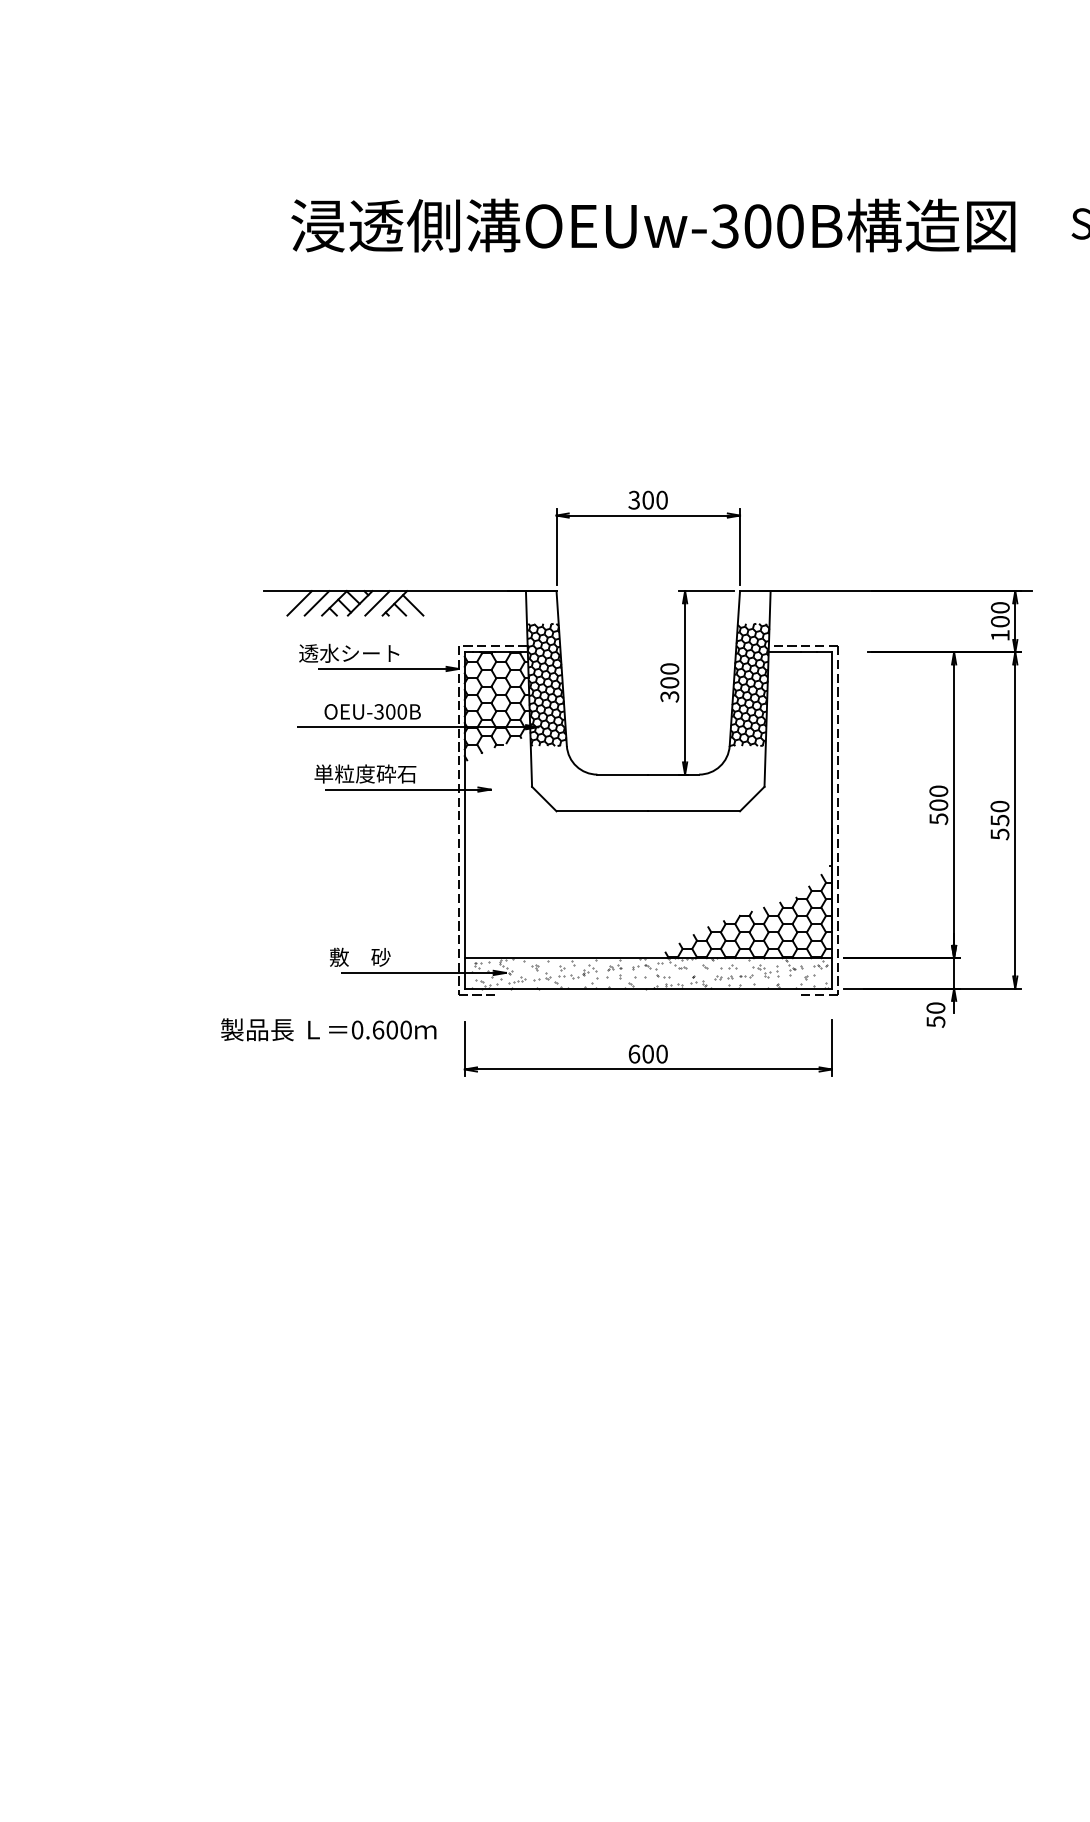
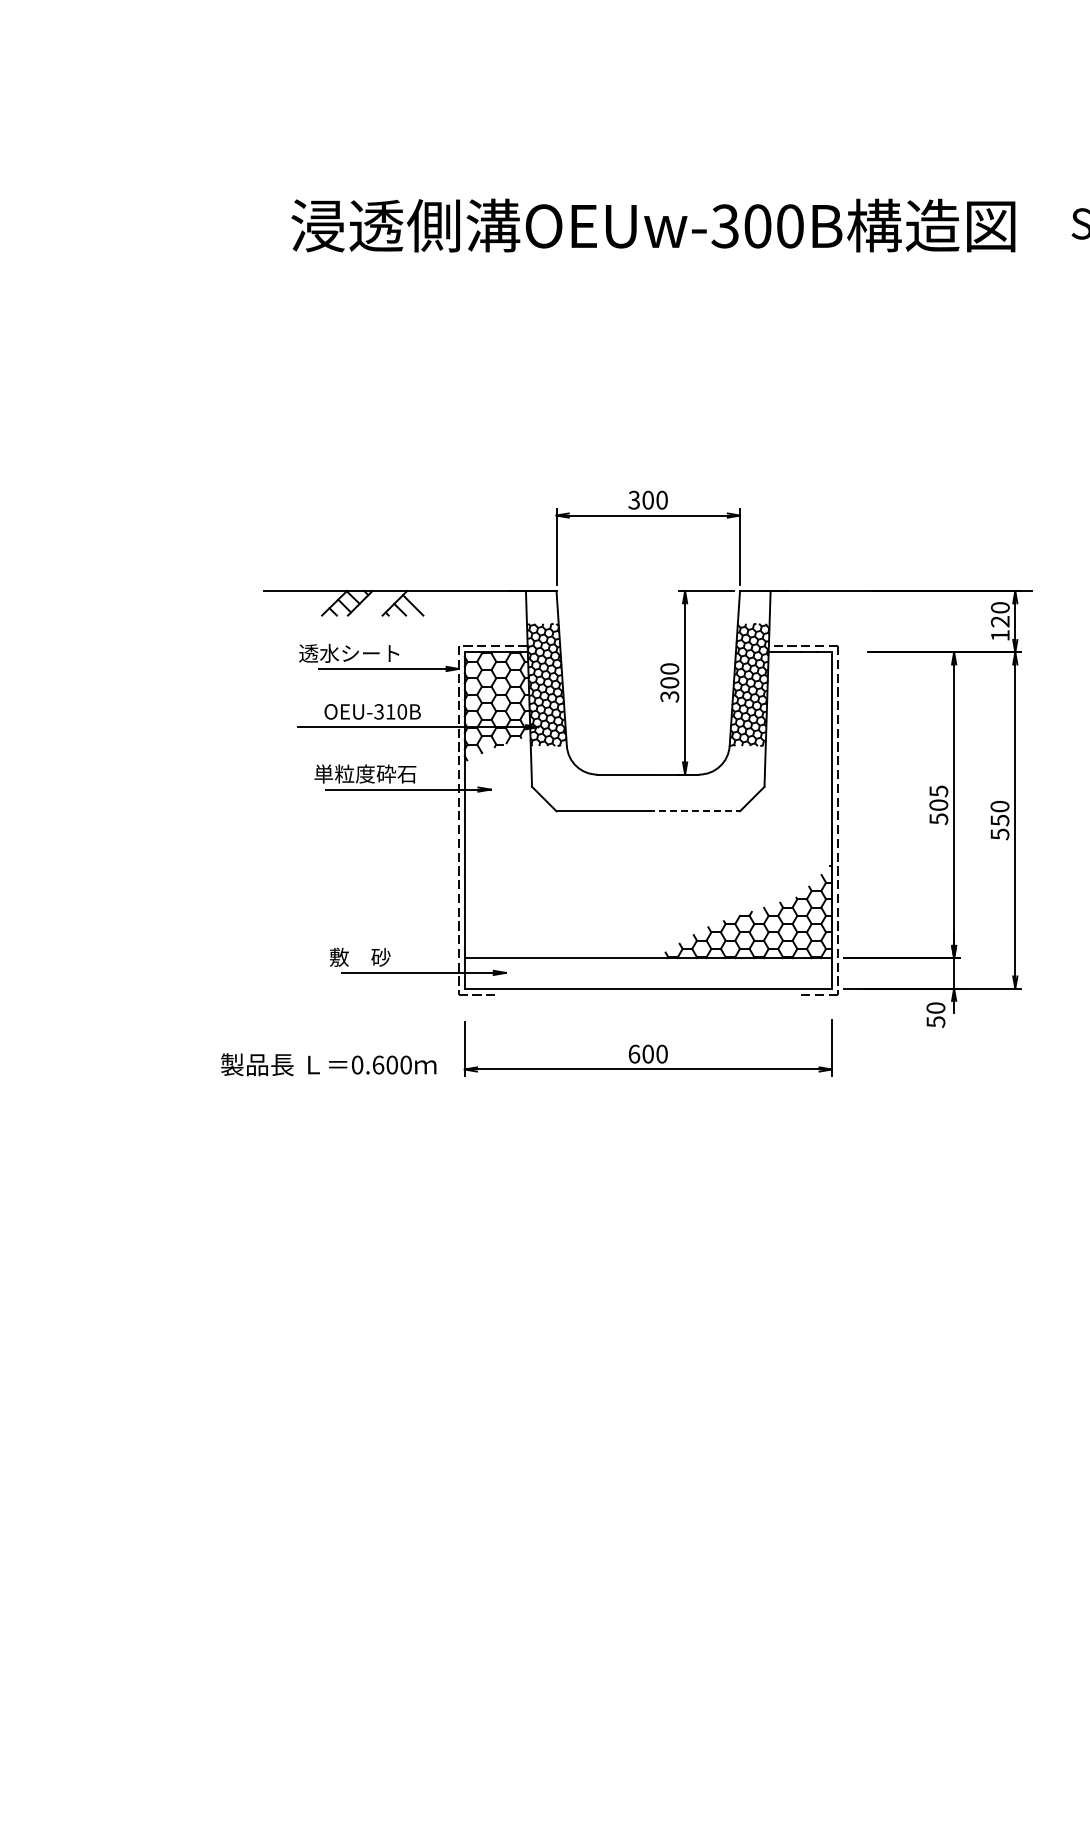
line at (299, 603): present -> none
line at (316, 603): present -> none
line at (377, 603): present -> none
text at (1000, 621): 100 -> 120
text at (390, 711): OEU-300B -> OEU-310B
text at (938, 791): 500 -> 505
line at (694, 811): solid -> dashed
hatch at (649, 973): present -> none
text at (328, 1029) position: (328, 1029) -> (328, 1064)
